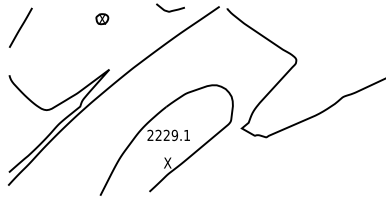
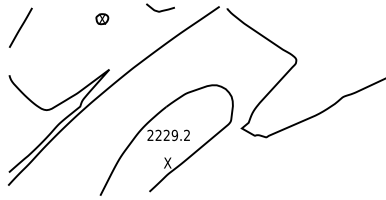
curve at (170, 10) position: (170, 10) -> (160, 10)
text at (186, 134): 2229.1 -> 2229.2
